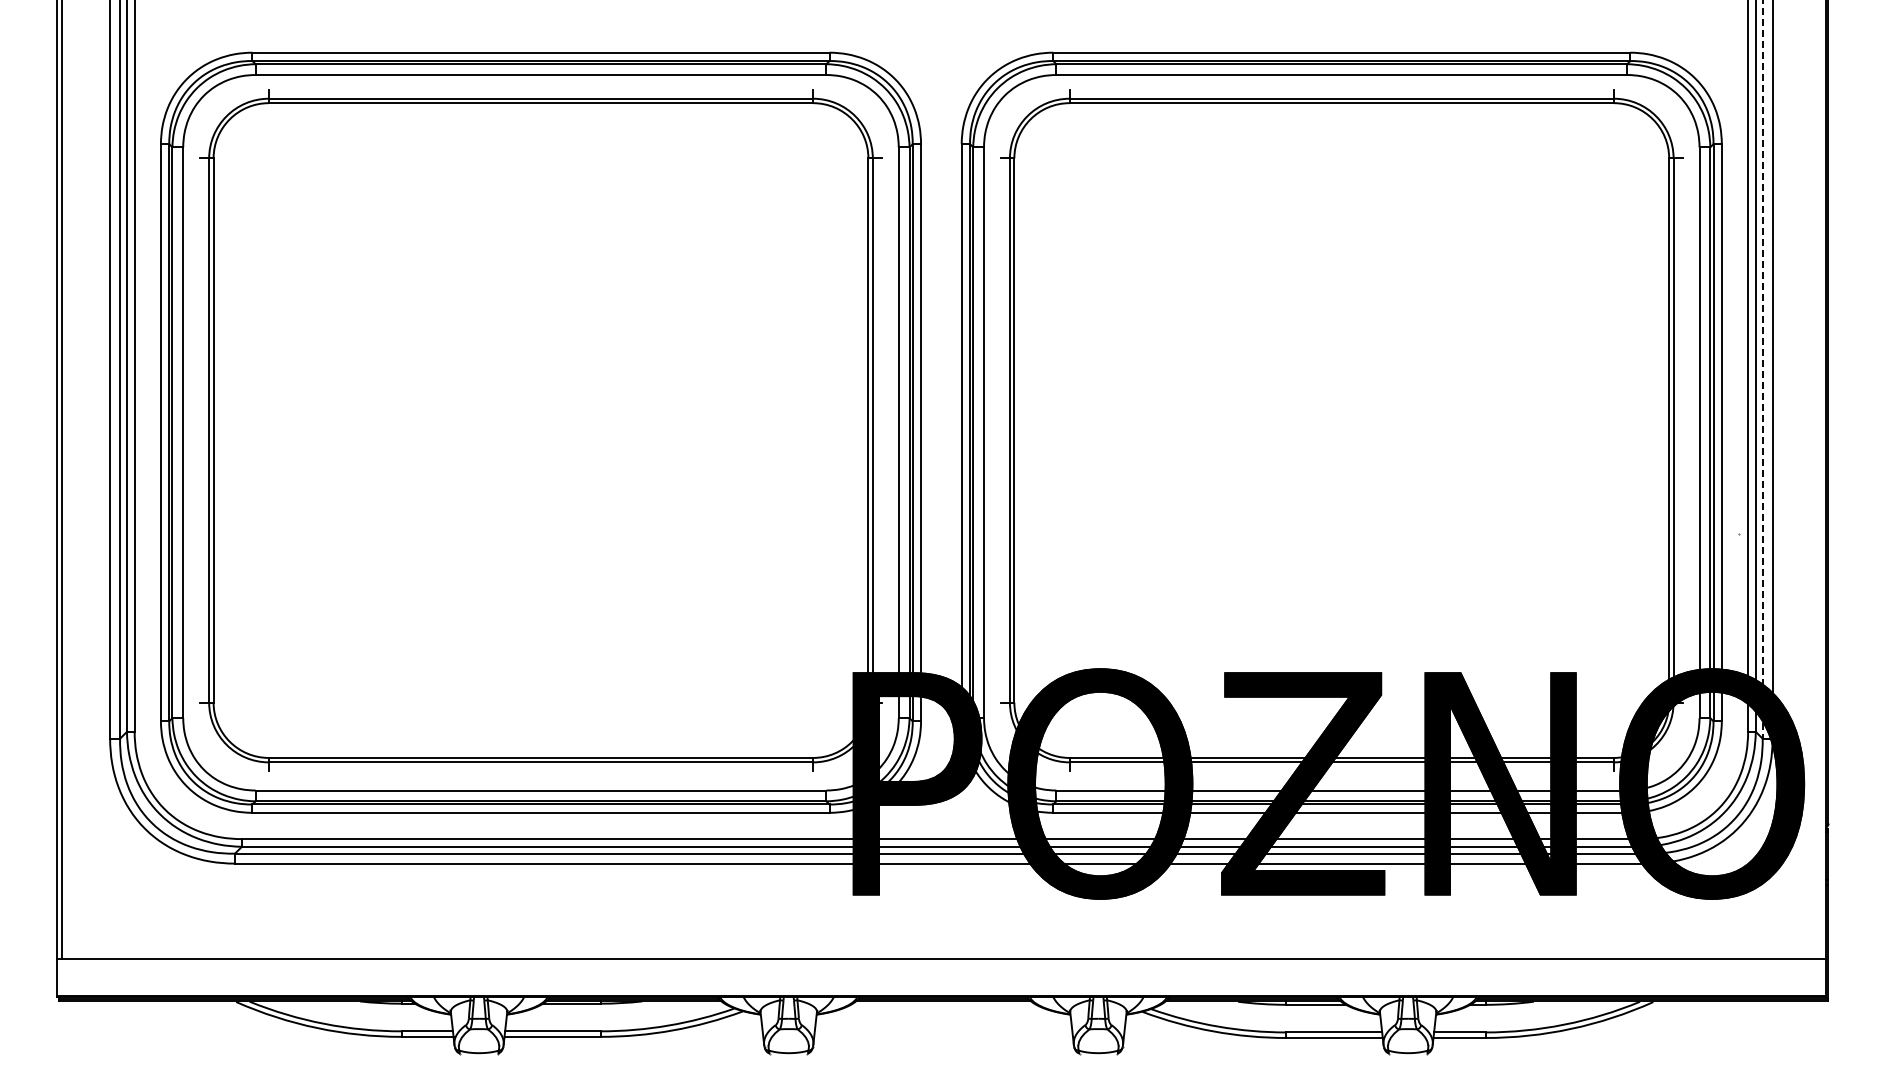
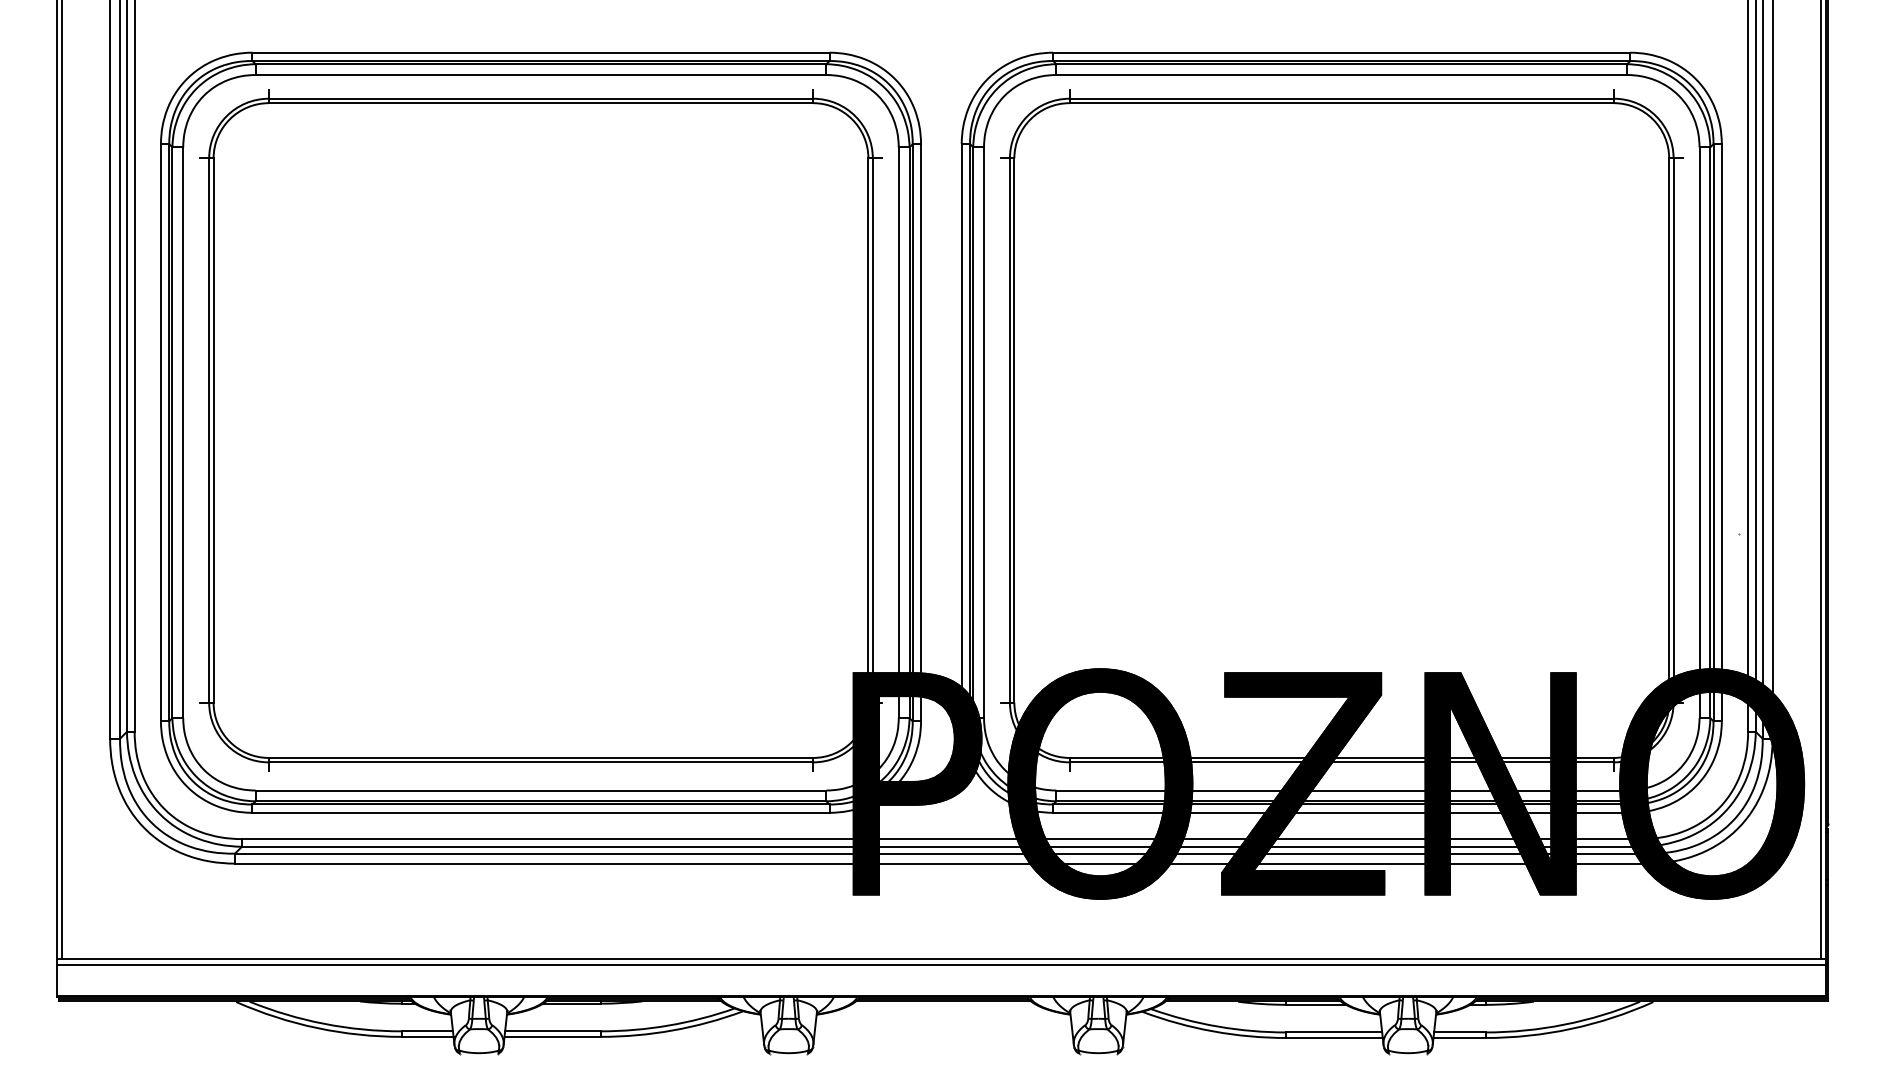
line at (1762, 369): dashed -> solid
line at (1820, 480): none -> present
line at (941, 964): none -> present
